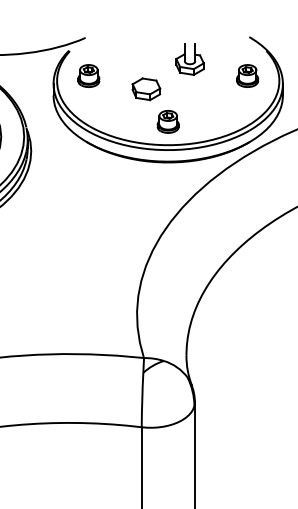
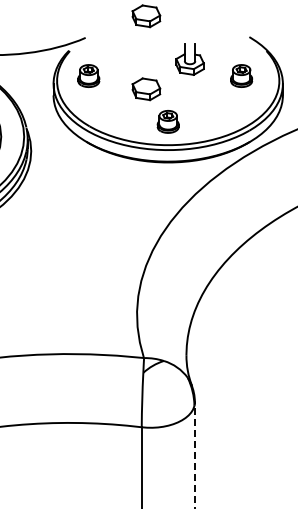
part at (146, 16): none -> present
part at (247, 75) position: (247, 75) -> (241, 75)
line at (194, 455): solid -> dashed
